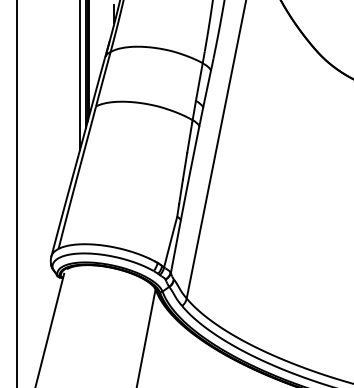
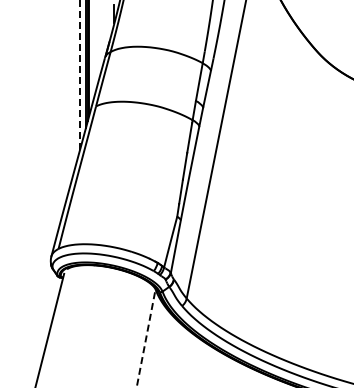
line at (80, 74): solid -> dashed
line at (16, 193): present -> none
line at (146, 338): solid -> dashed
